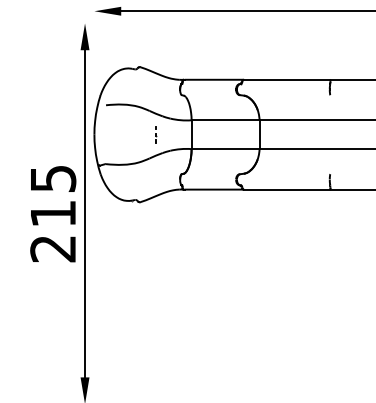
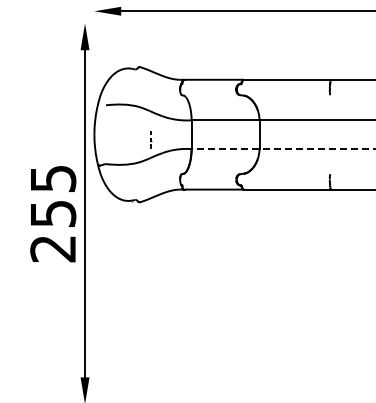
part at (156, 134) position: (156, 134) -> (151, 139)
line at (283, 149): solid -> dashed
text at (53, 214): 215 -> 255
